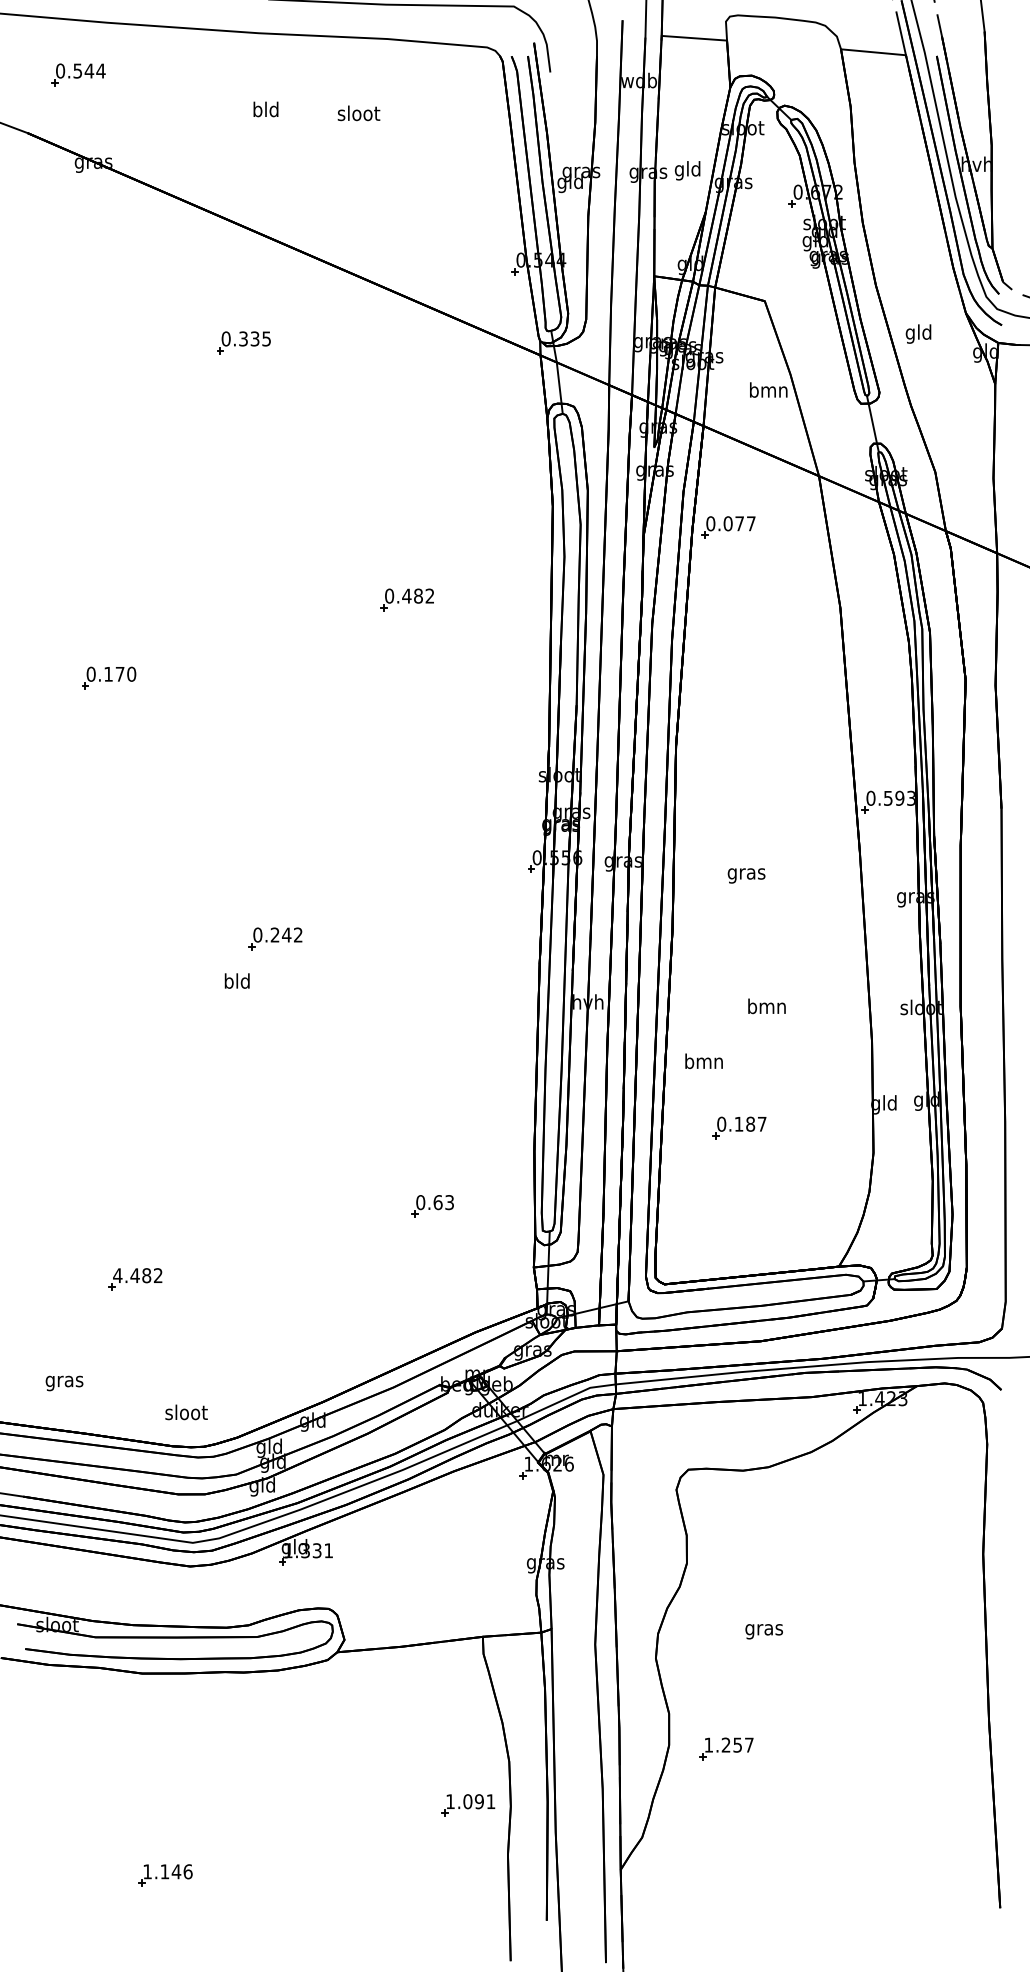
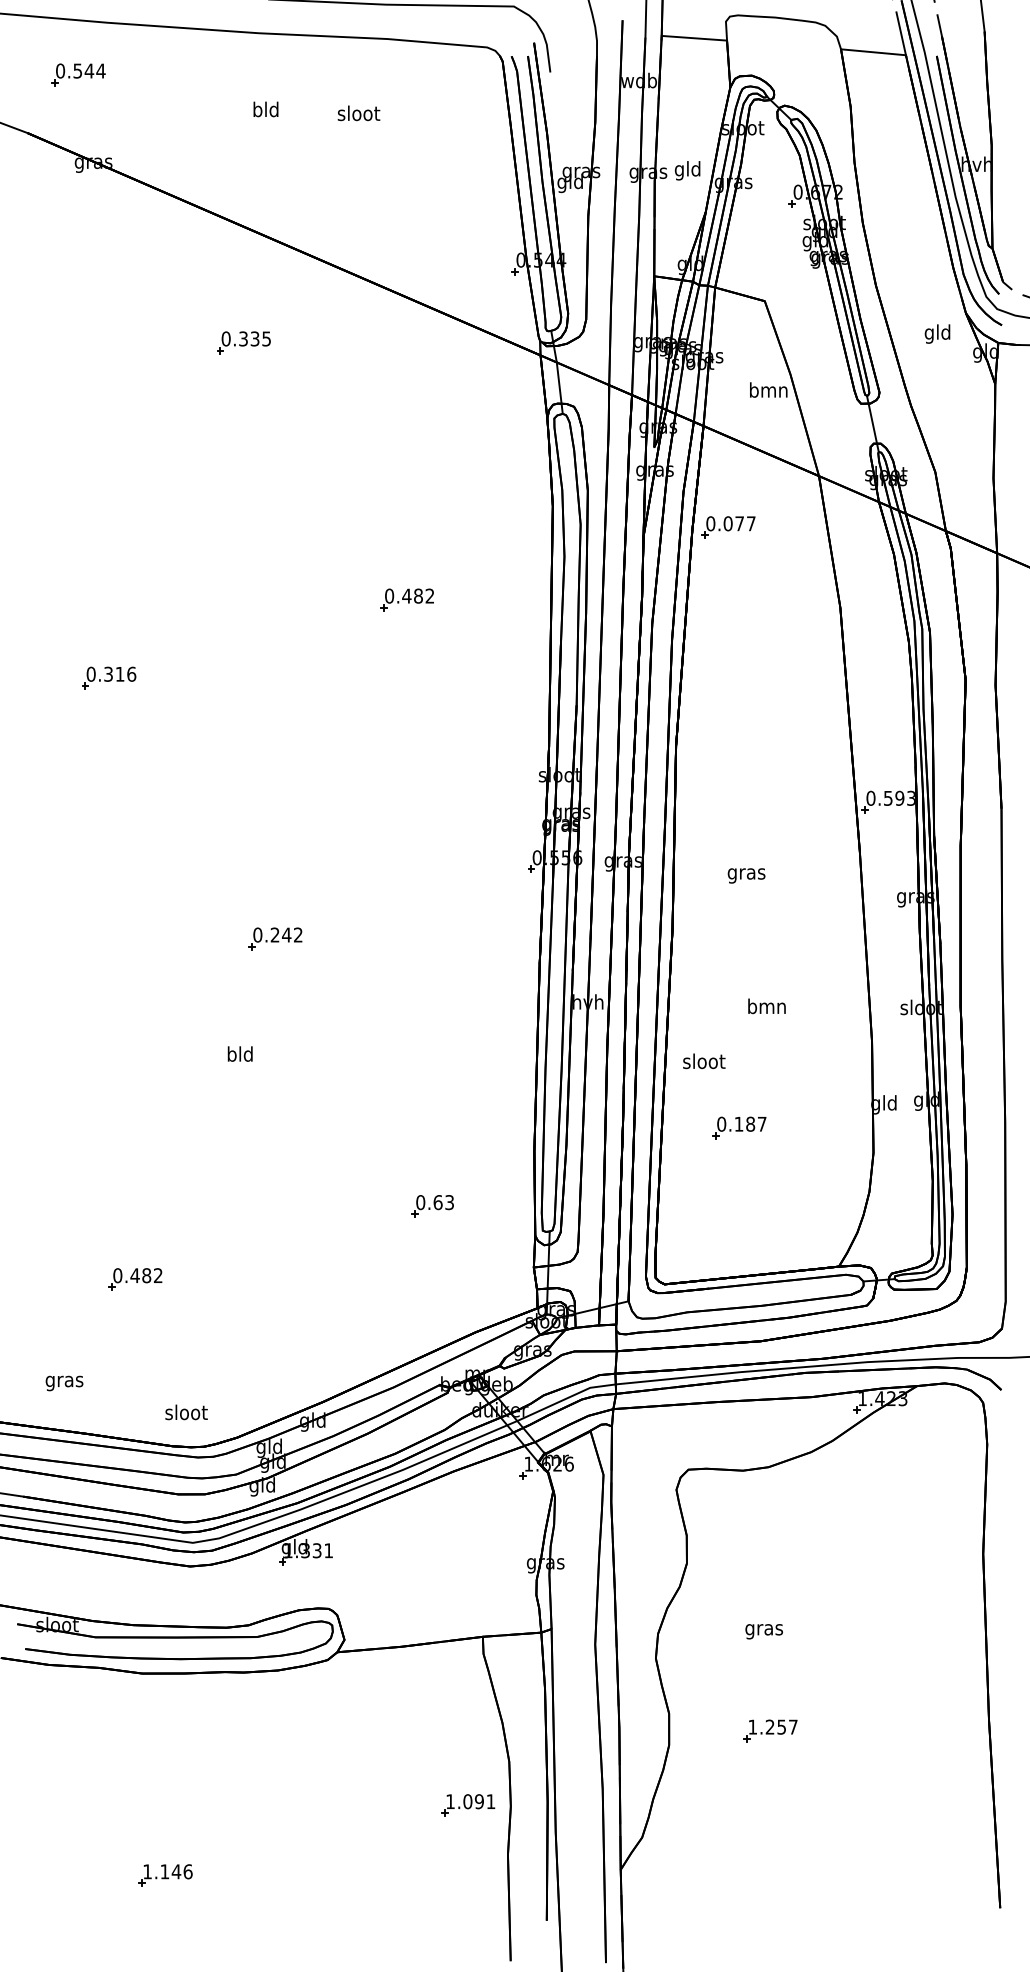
text at (918, 333) position: (918, 333) -> (937, 333)
text at (120, 673): 0.170 -> 0.316
text at (236, 980) position: (236, 980) -> (239, 1053)
text at (704, 1061): bmn -> sloot
text at (117, 1275): 4.482 -> 0.482
part at (726, 1748) position: (726, 1748) -> (770, 1730)
